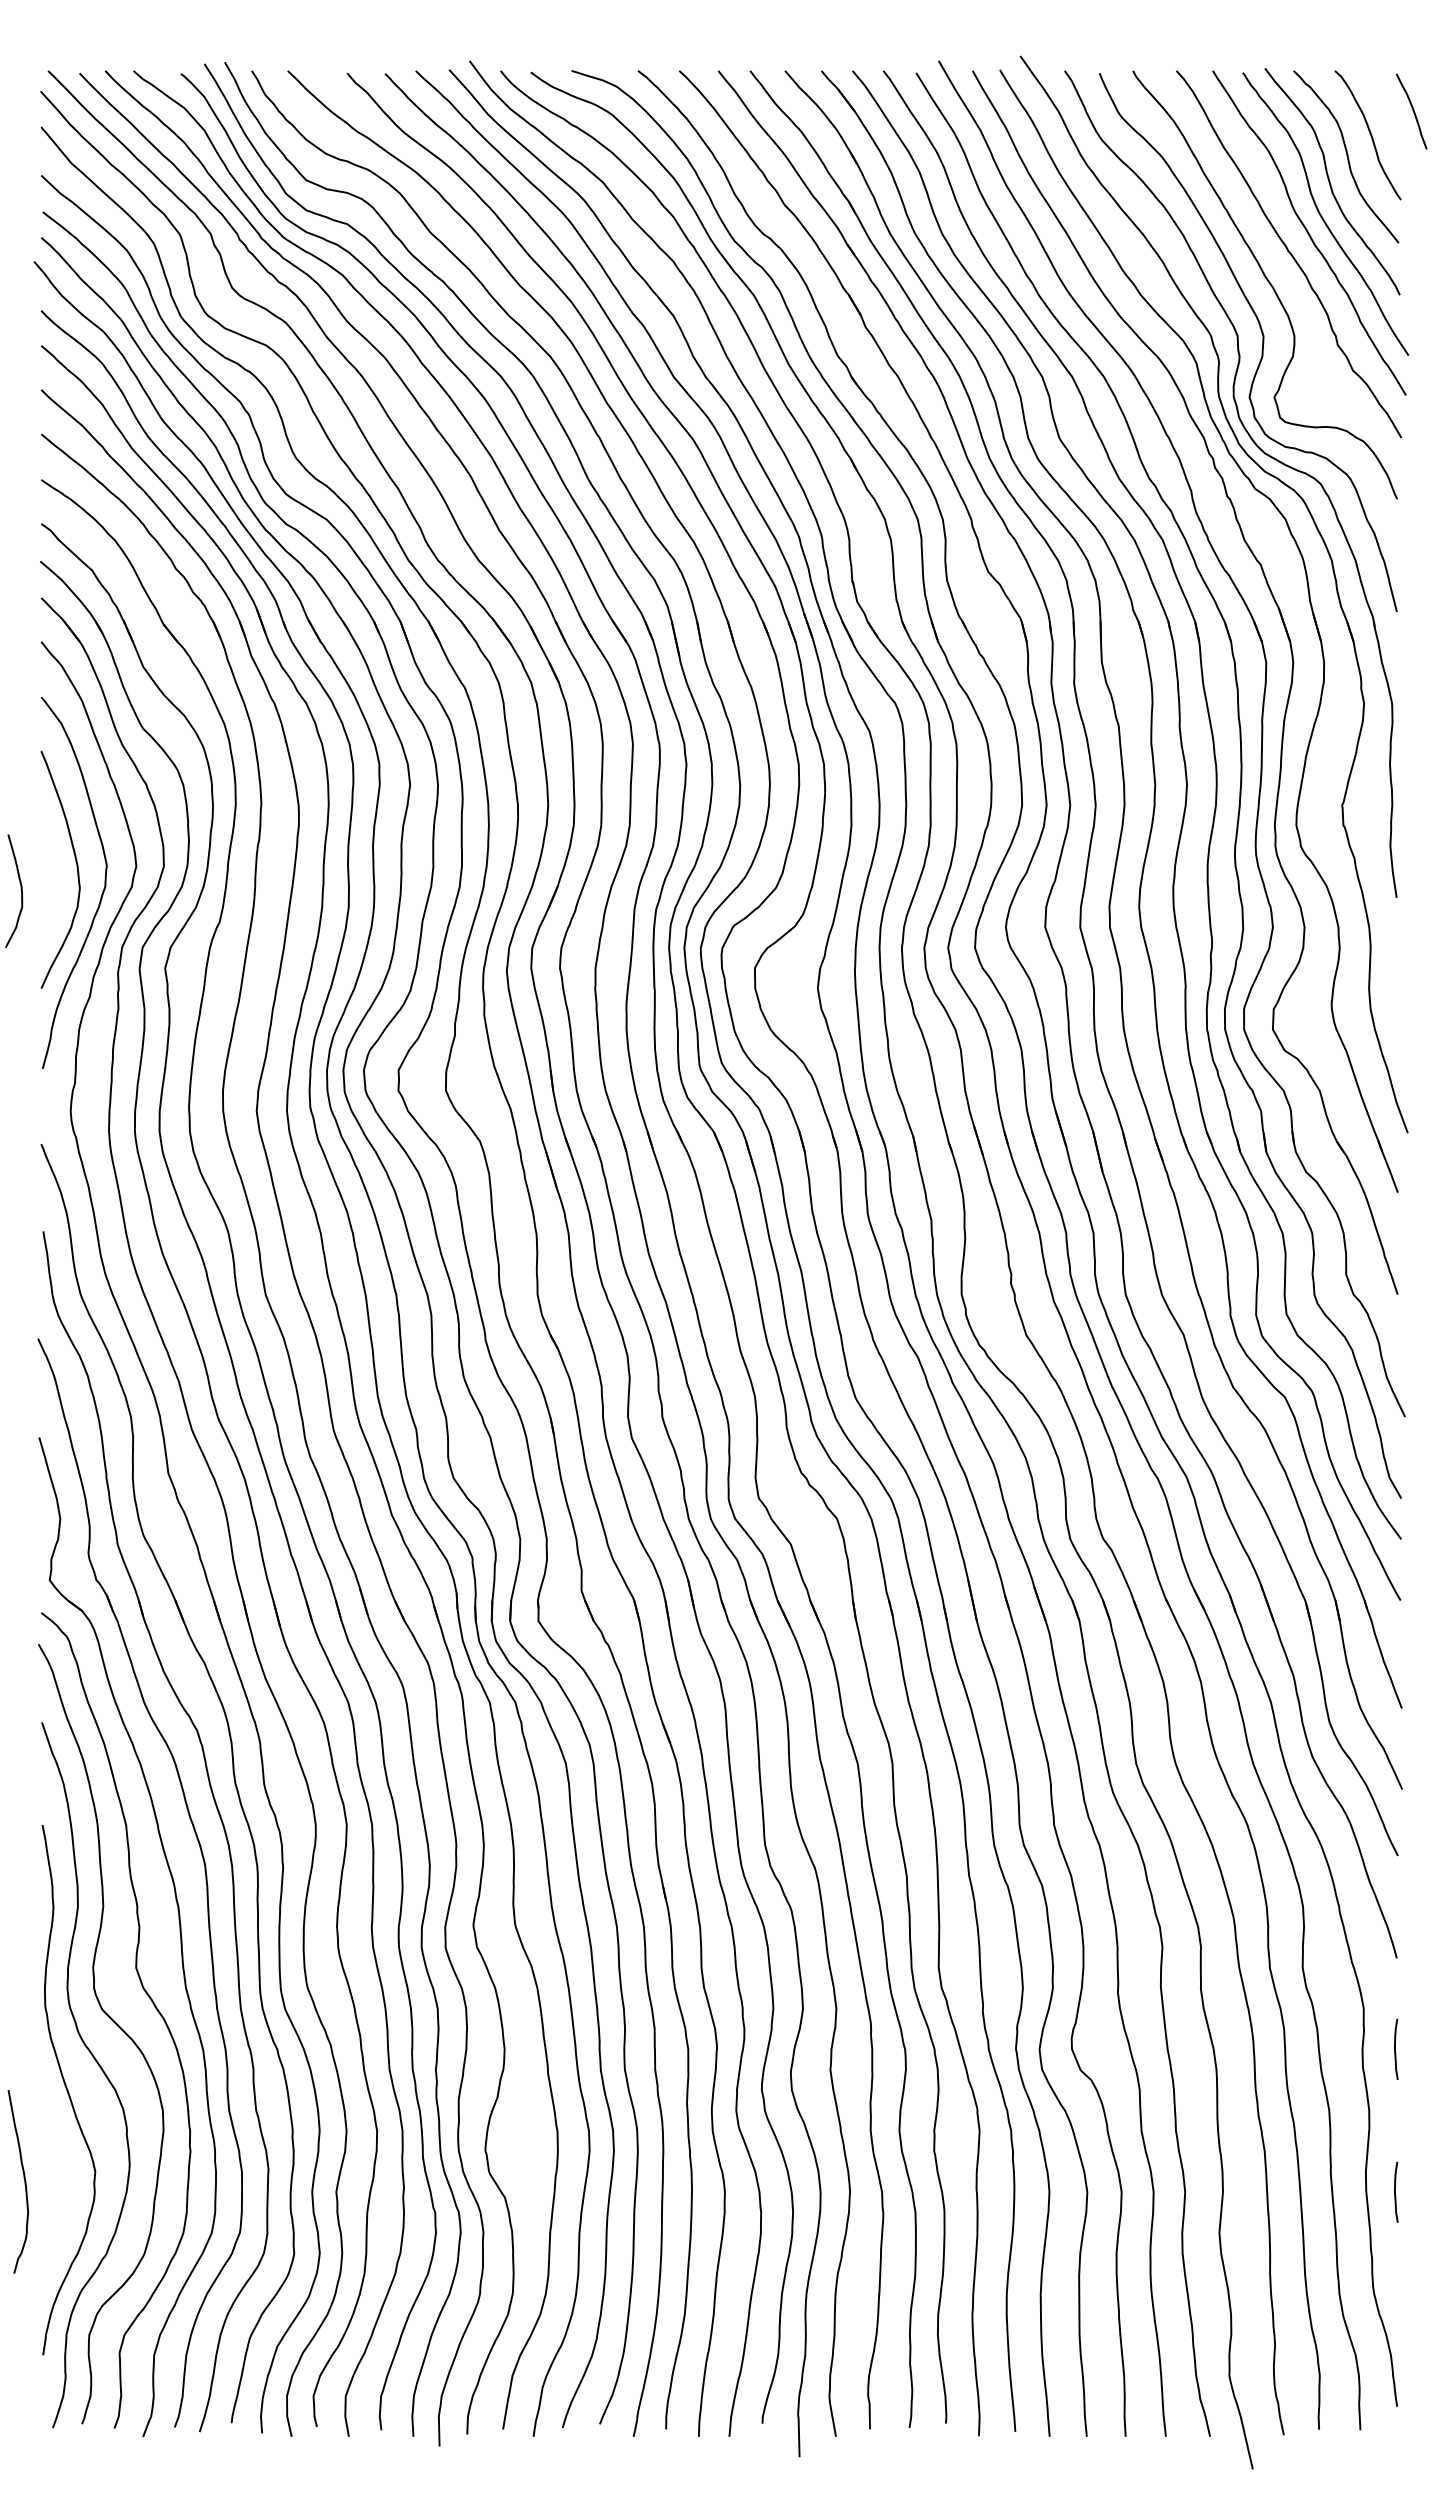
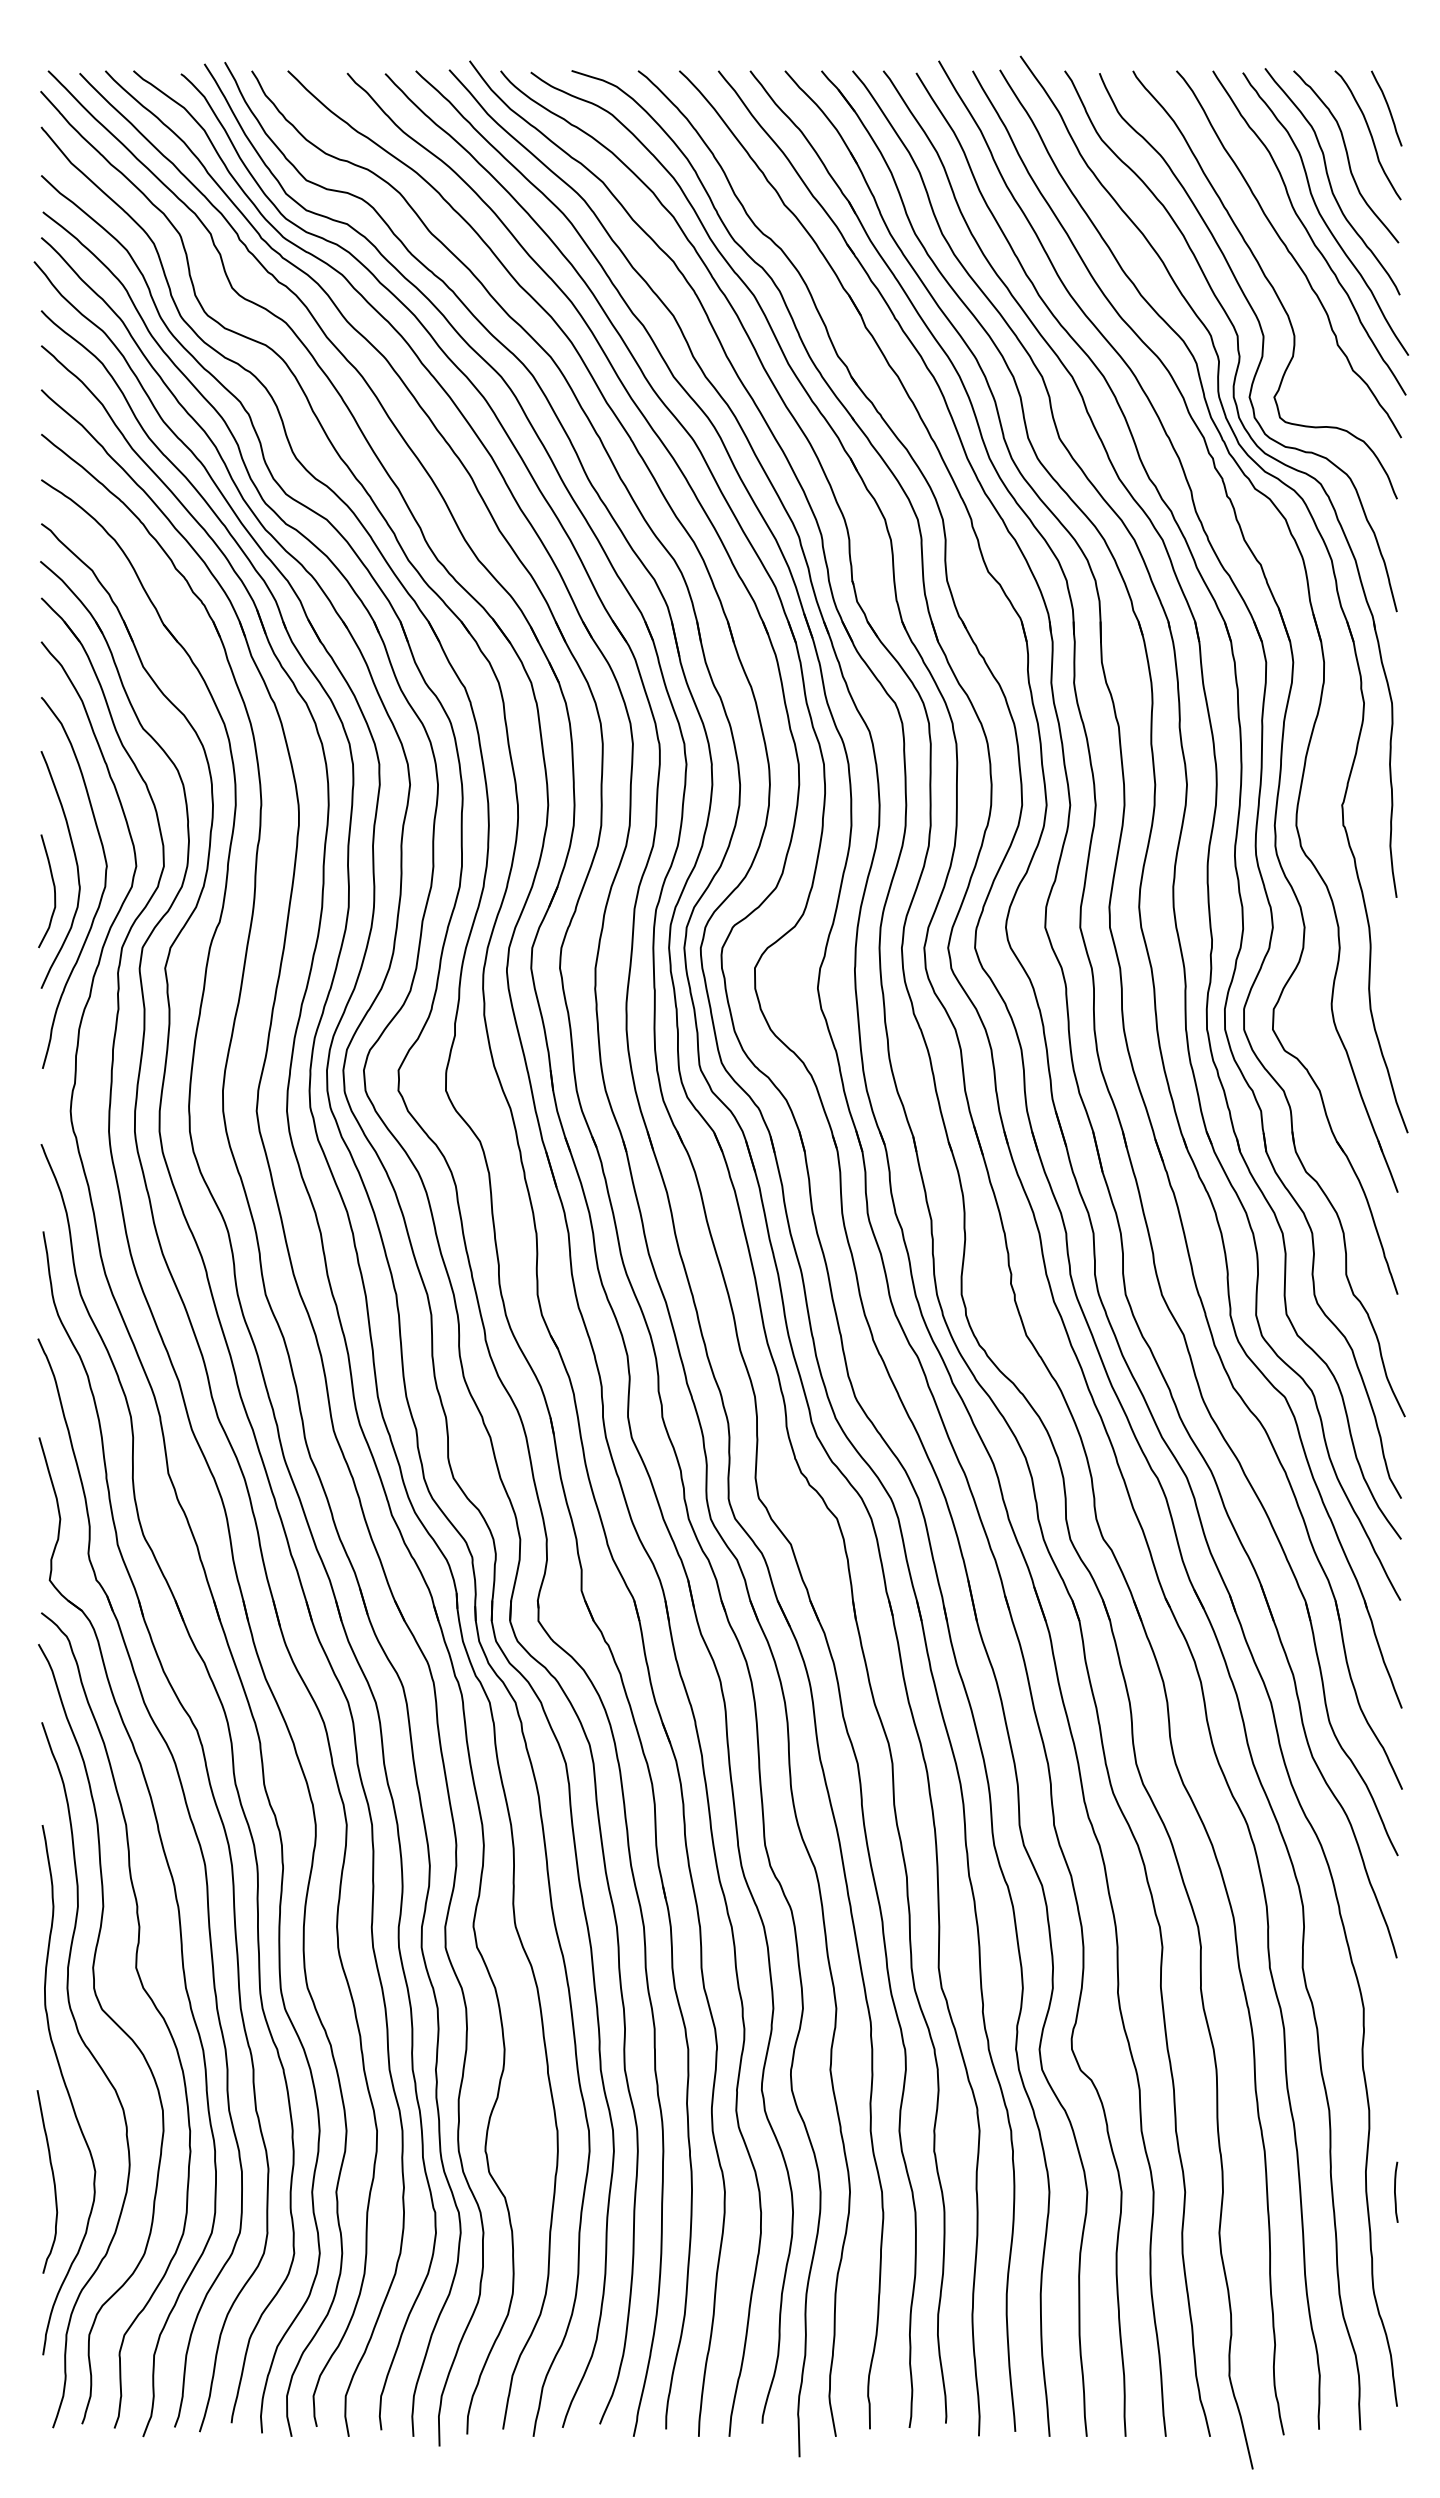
curve at (1412, 110) position: (1412, 110) -> (1387, 107)
curve at (20, 889) position: (20, 889) -> (53, 889)
curve at (1395, 2048): present -> none
curve at (23, 2178) position: (23, 2178) -> (52, 2178)
